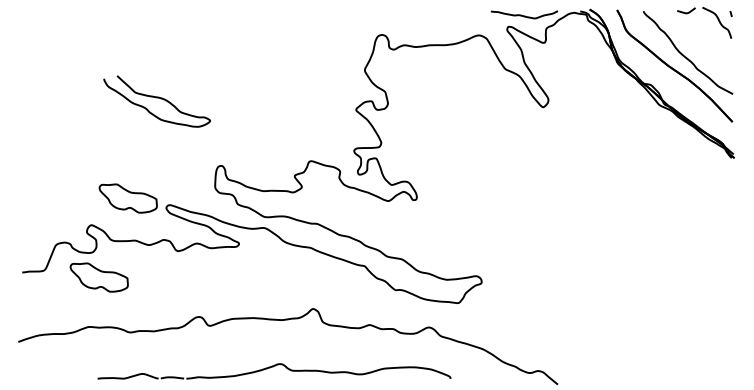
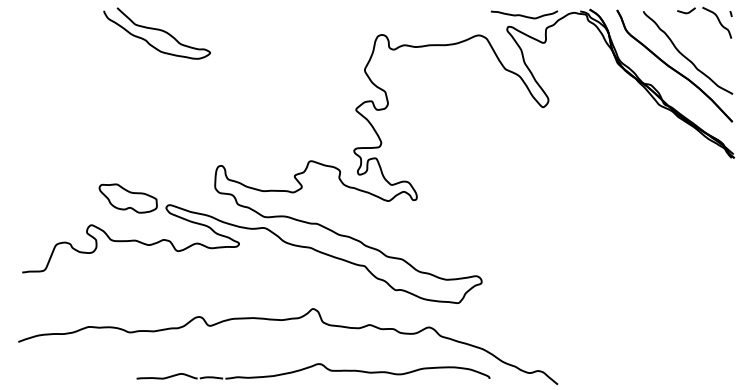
curve at (156, 98) position: (156, 98) -> (156, 30)
part at (98, 277): present -> none
part at (274, 371) position: (274, 371) -> (313, 371)
